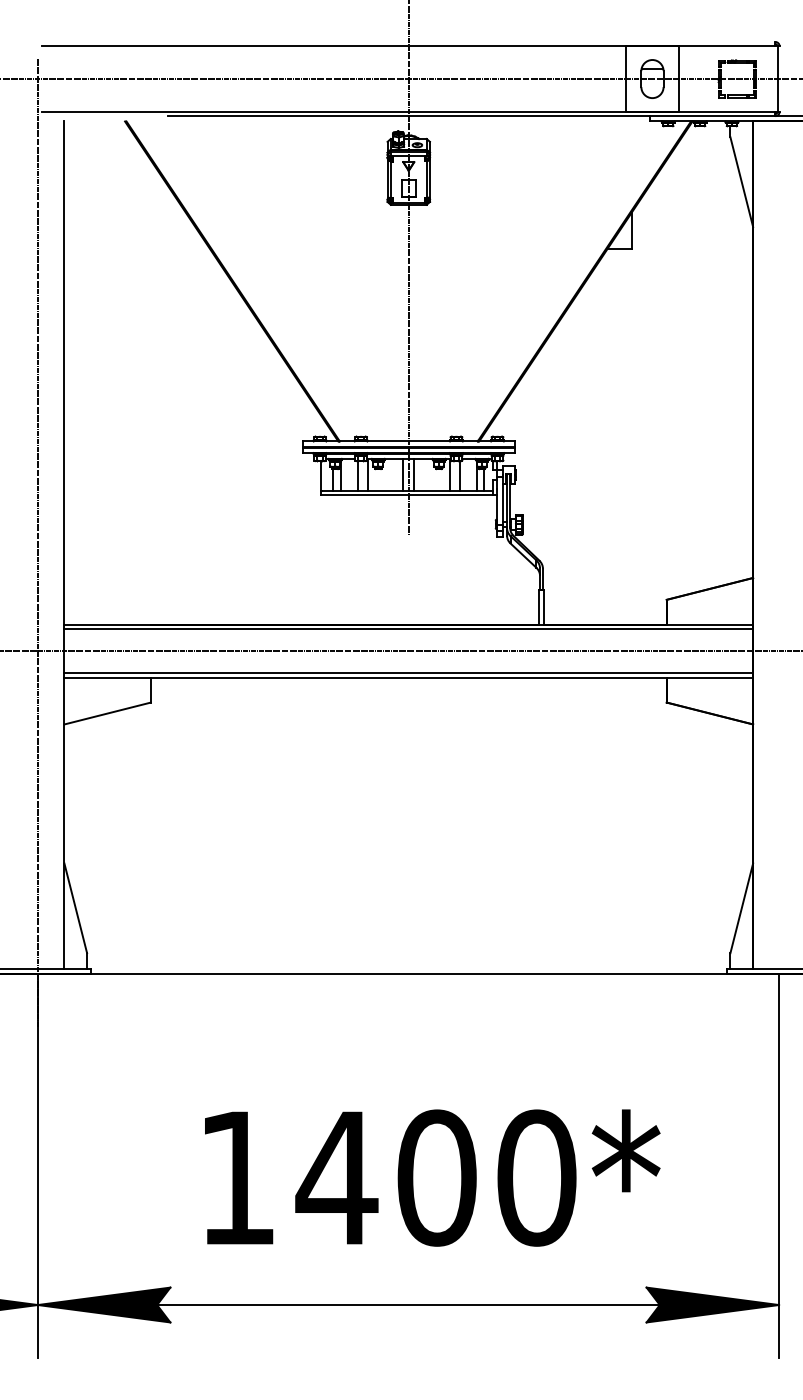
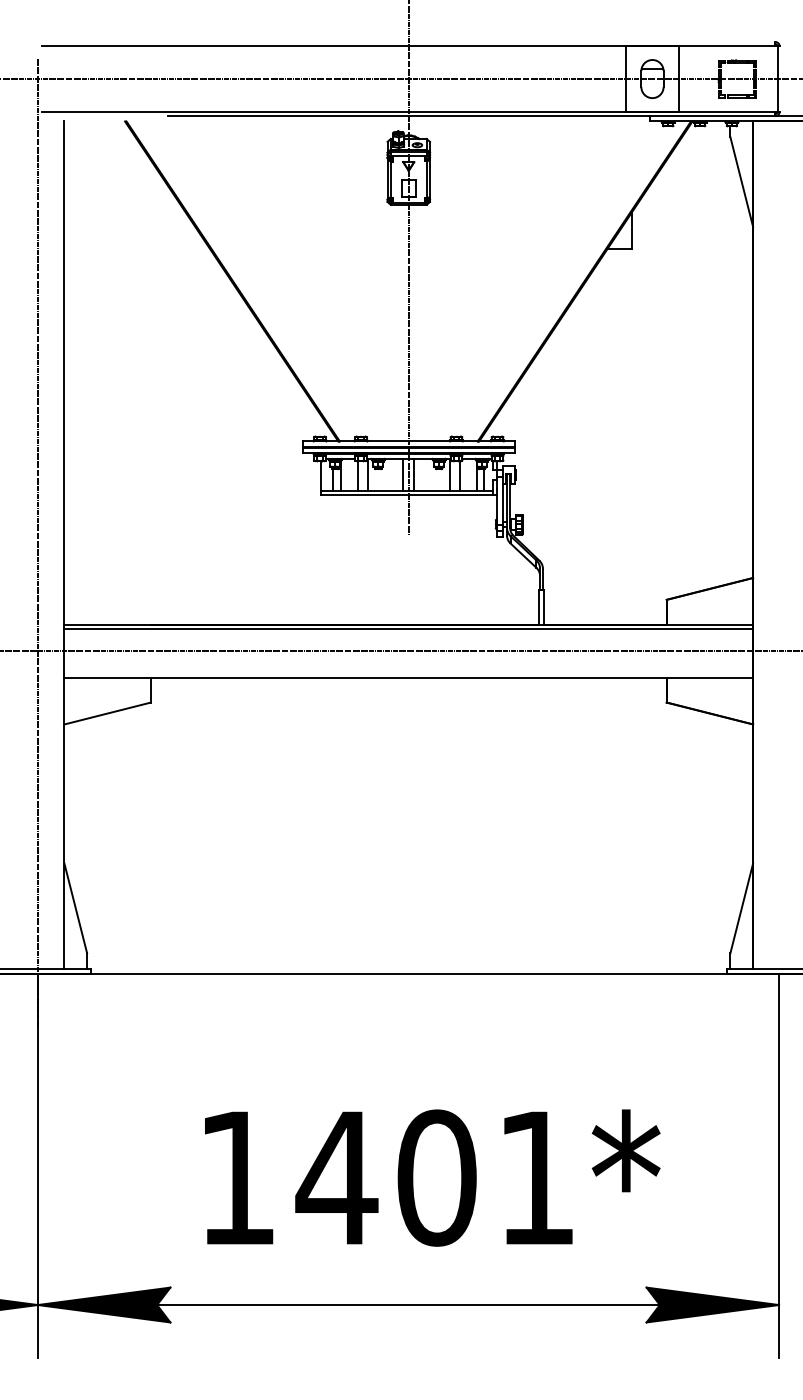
line at (408, 673): present -> none
text at (536, 1177): 1400* -> 1401*
